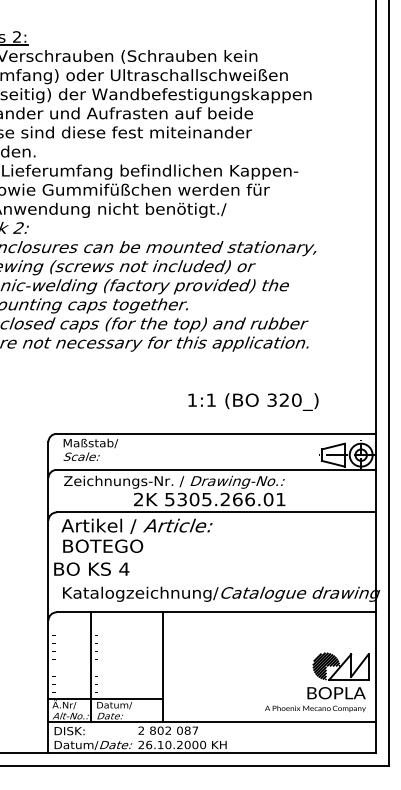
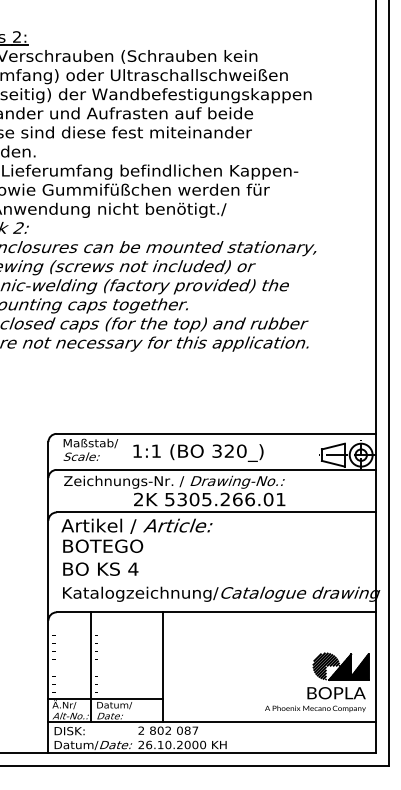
text at (253, 401) position: (253, 401) -> (198, 452)
text at (91, 568) position: (91, 568) -> (100, 568)
hatch at (348, 666): none -> present
